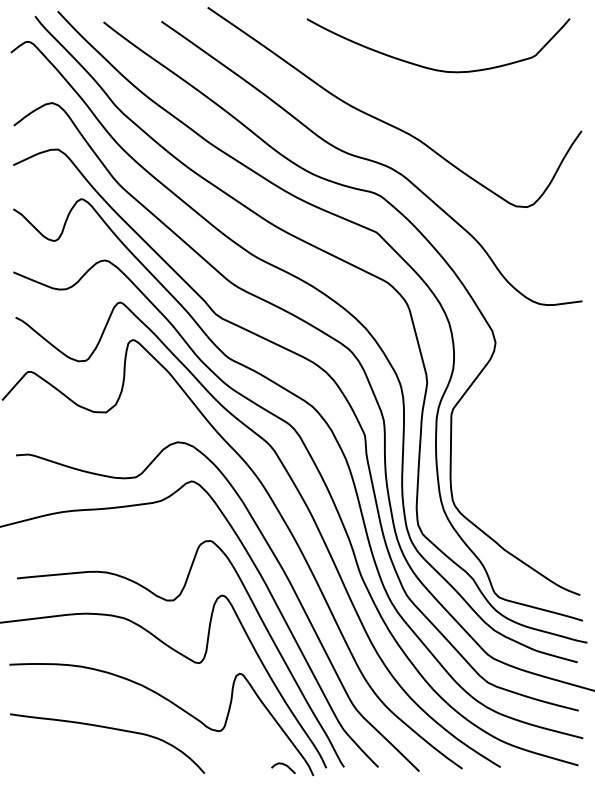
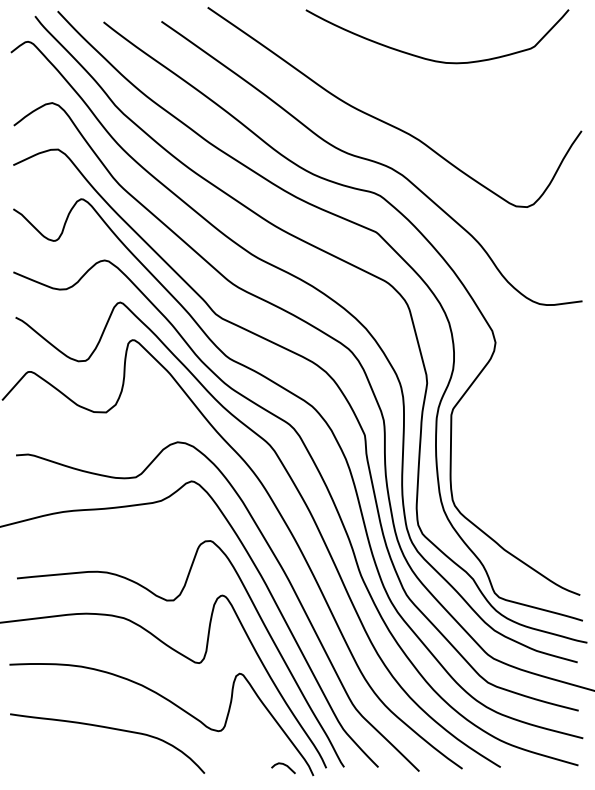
curve at (434, 68) position: (434, 68) -> (433, 59)
